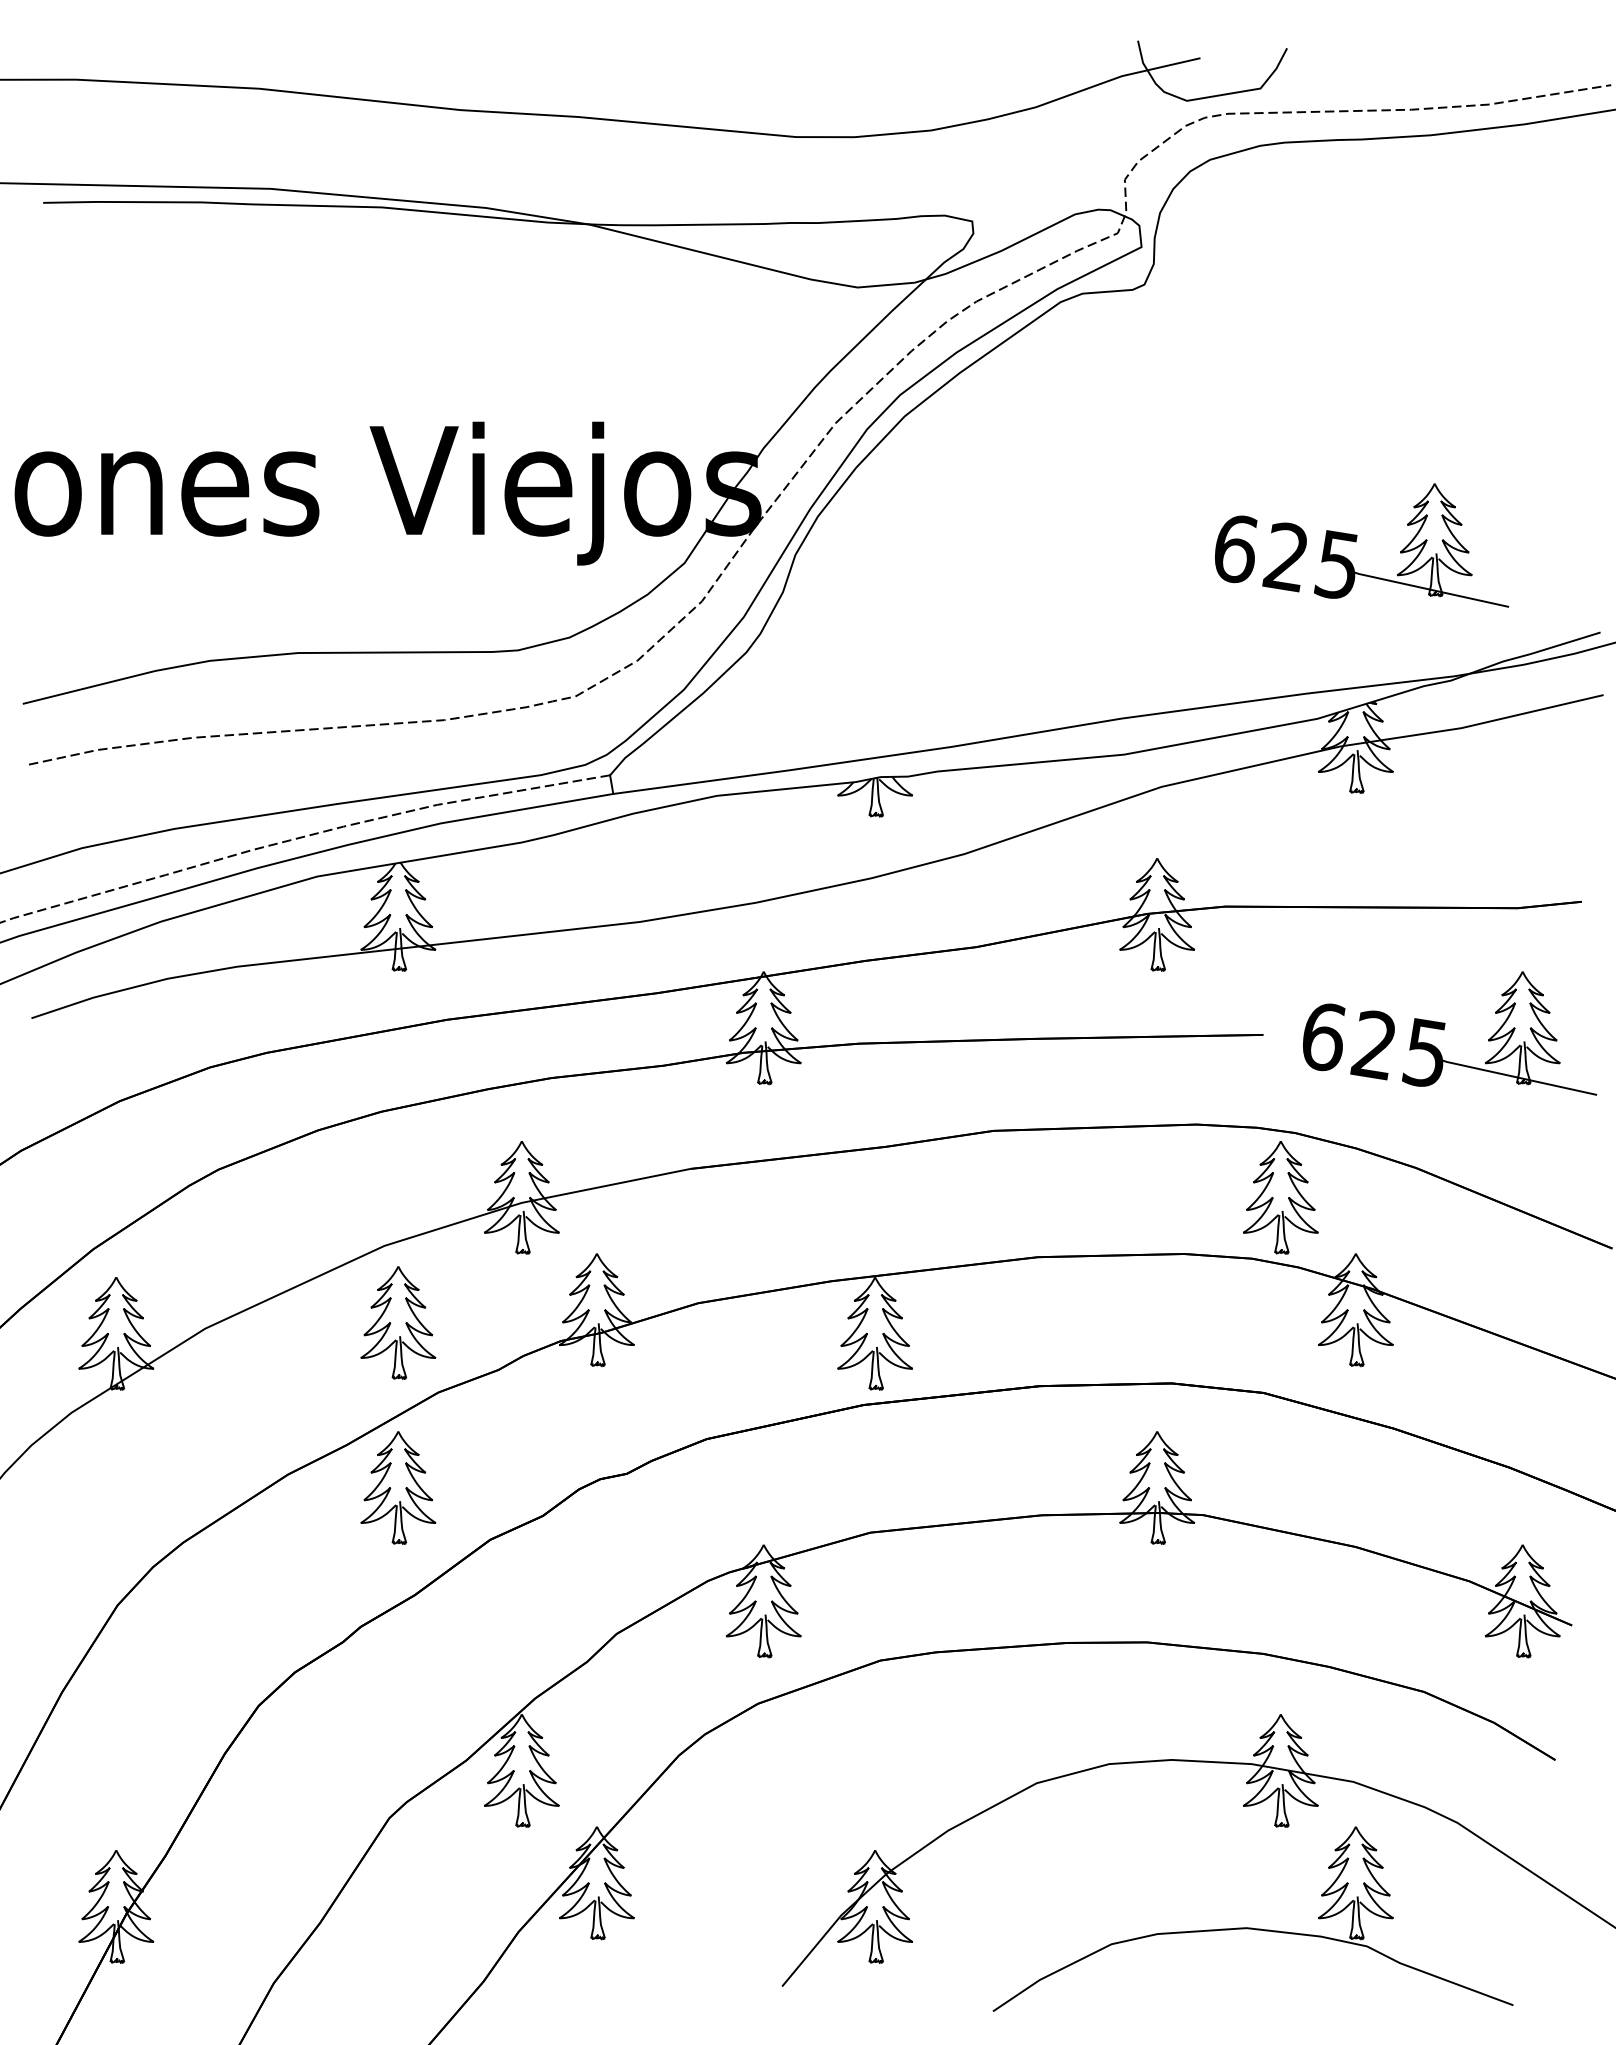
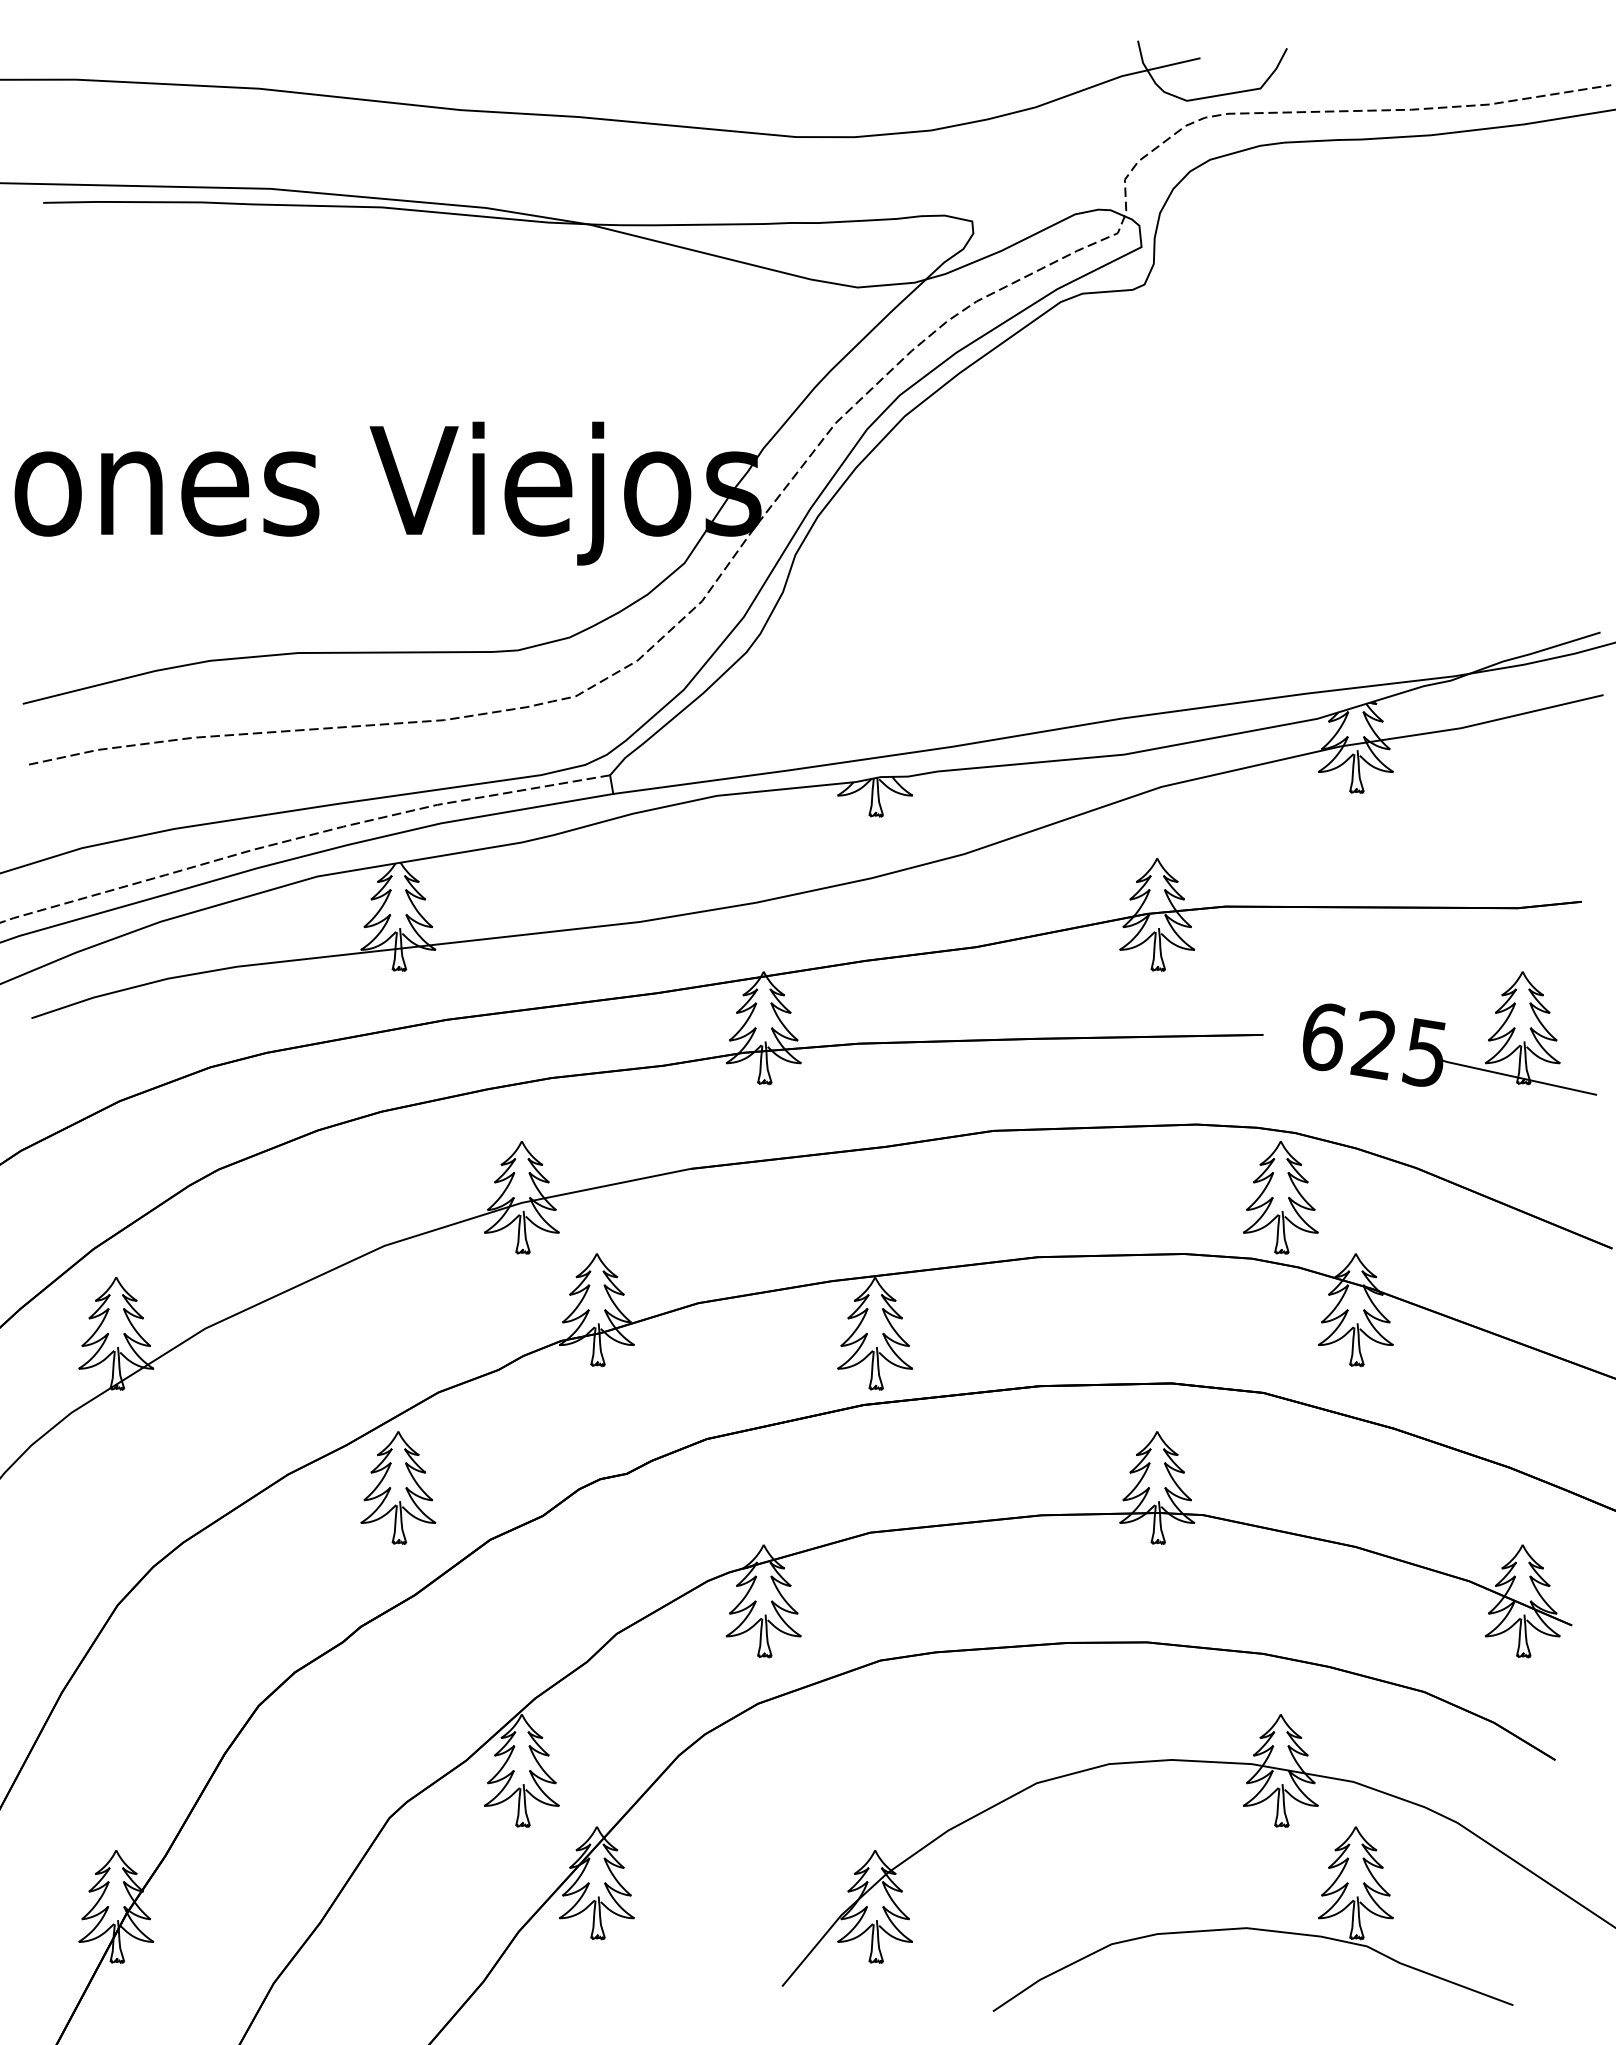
part at (1356, 542): present -> none
part at (398, 1322): present -> none
